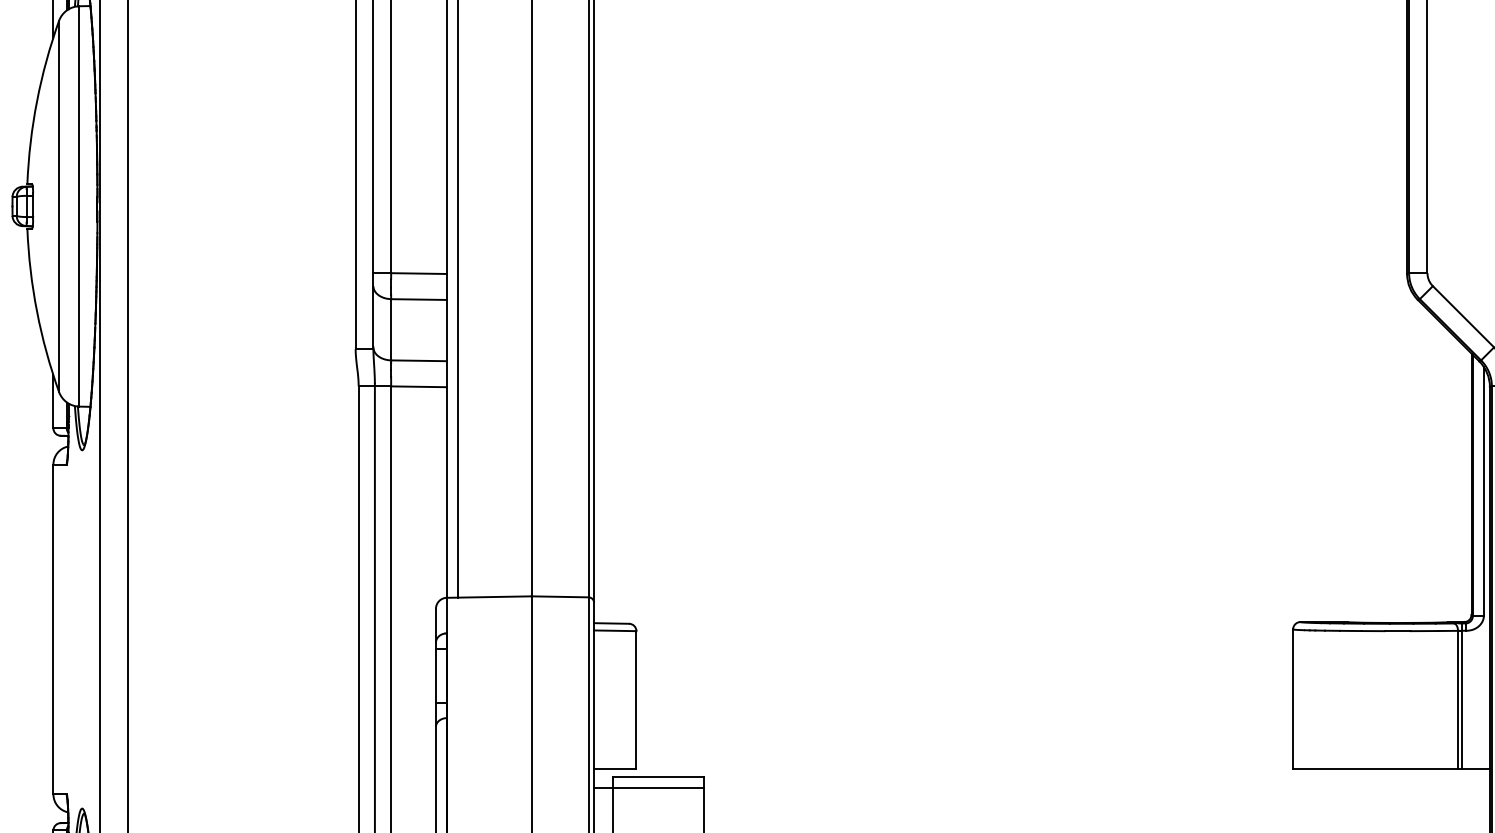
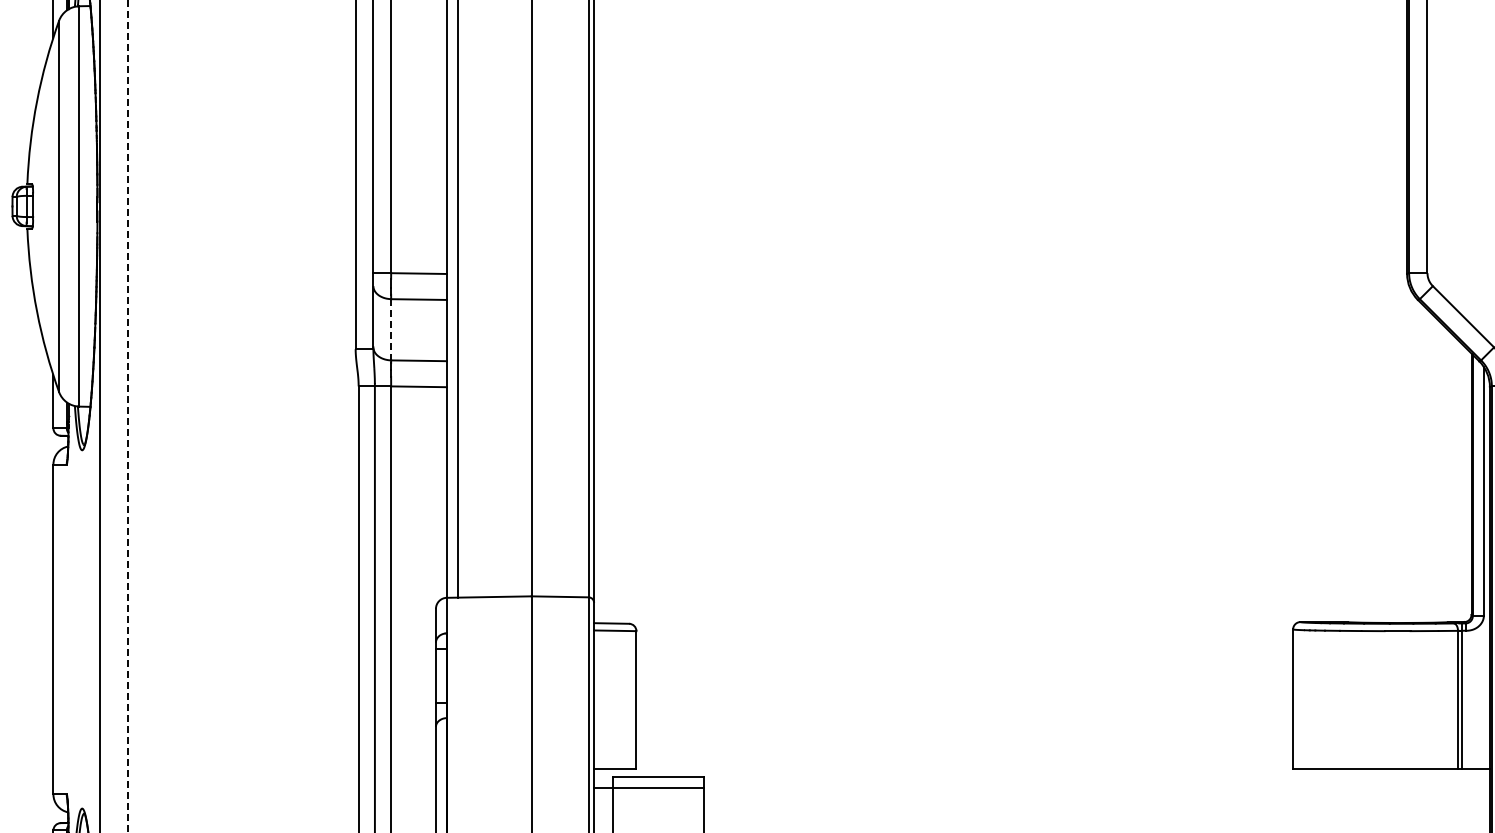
line at (391, 329): solid -> dashed
line at (127, 416): solid -> dashed
